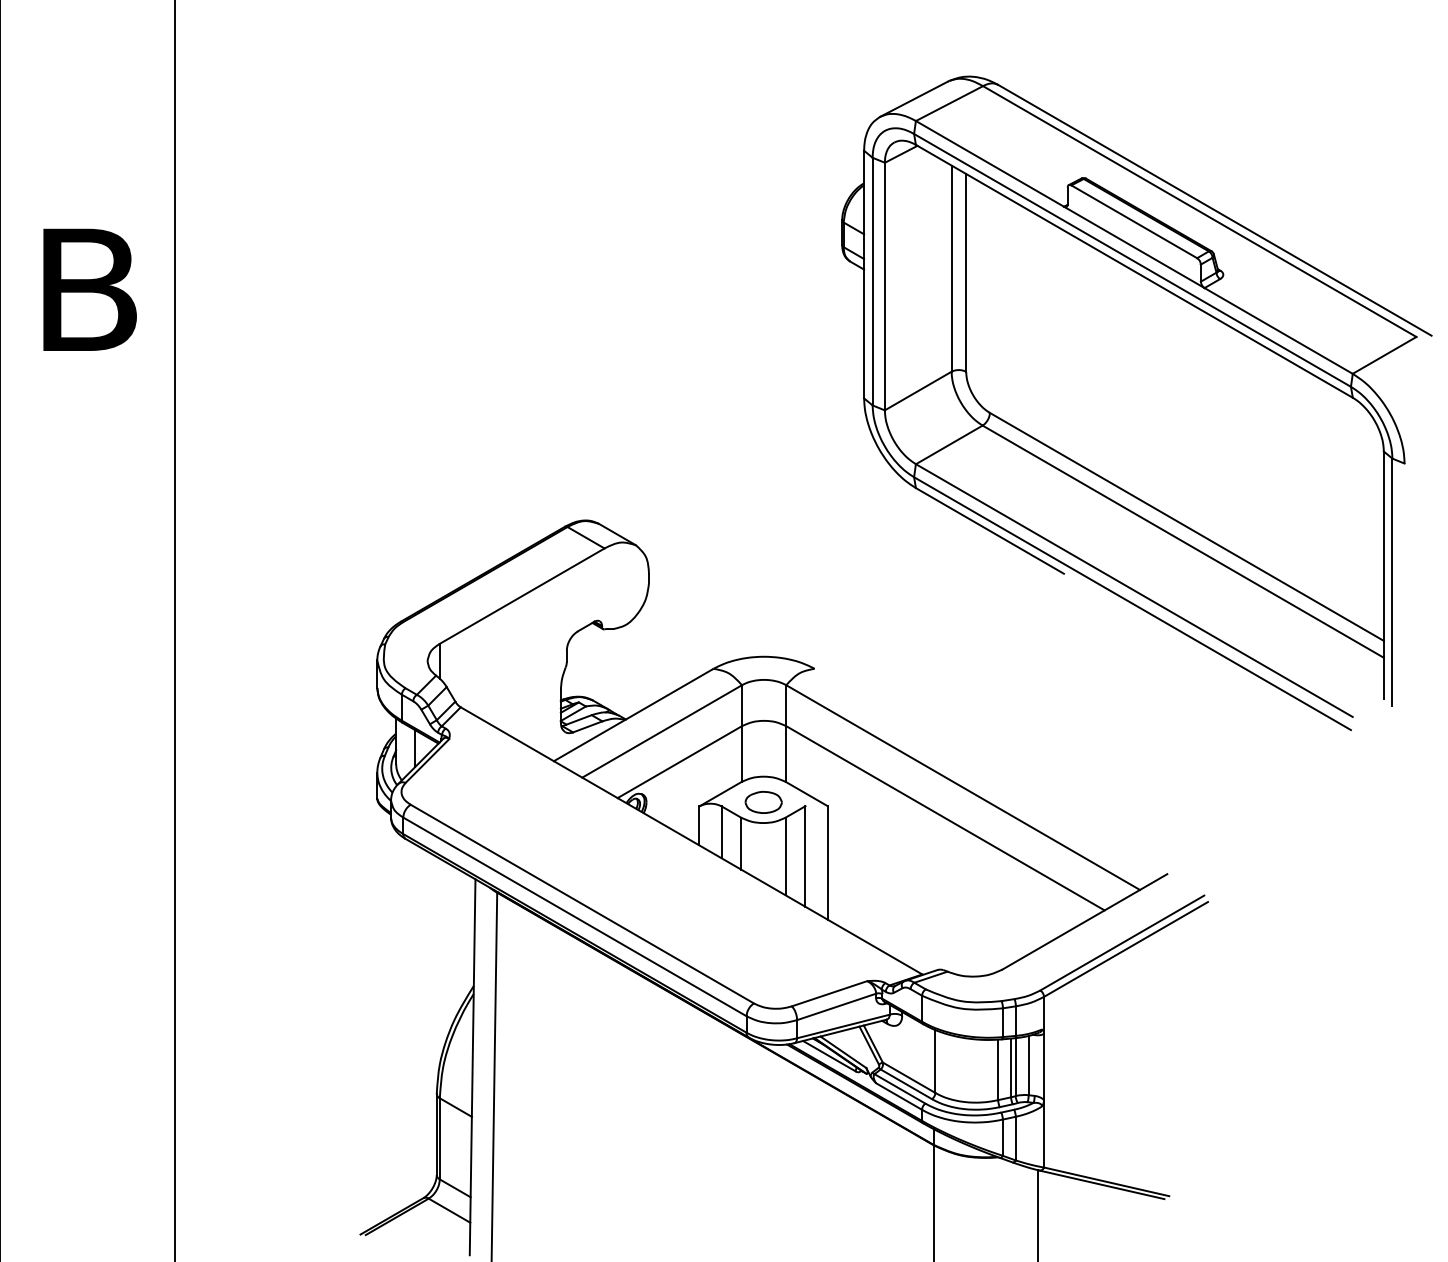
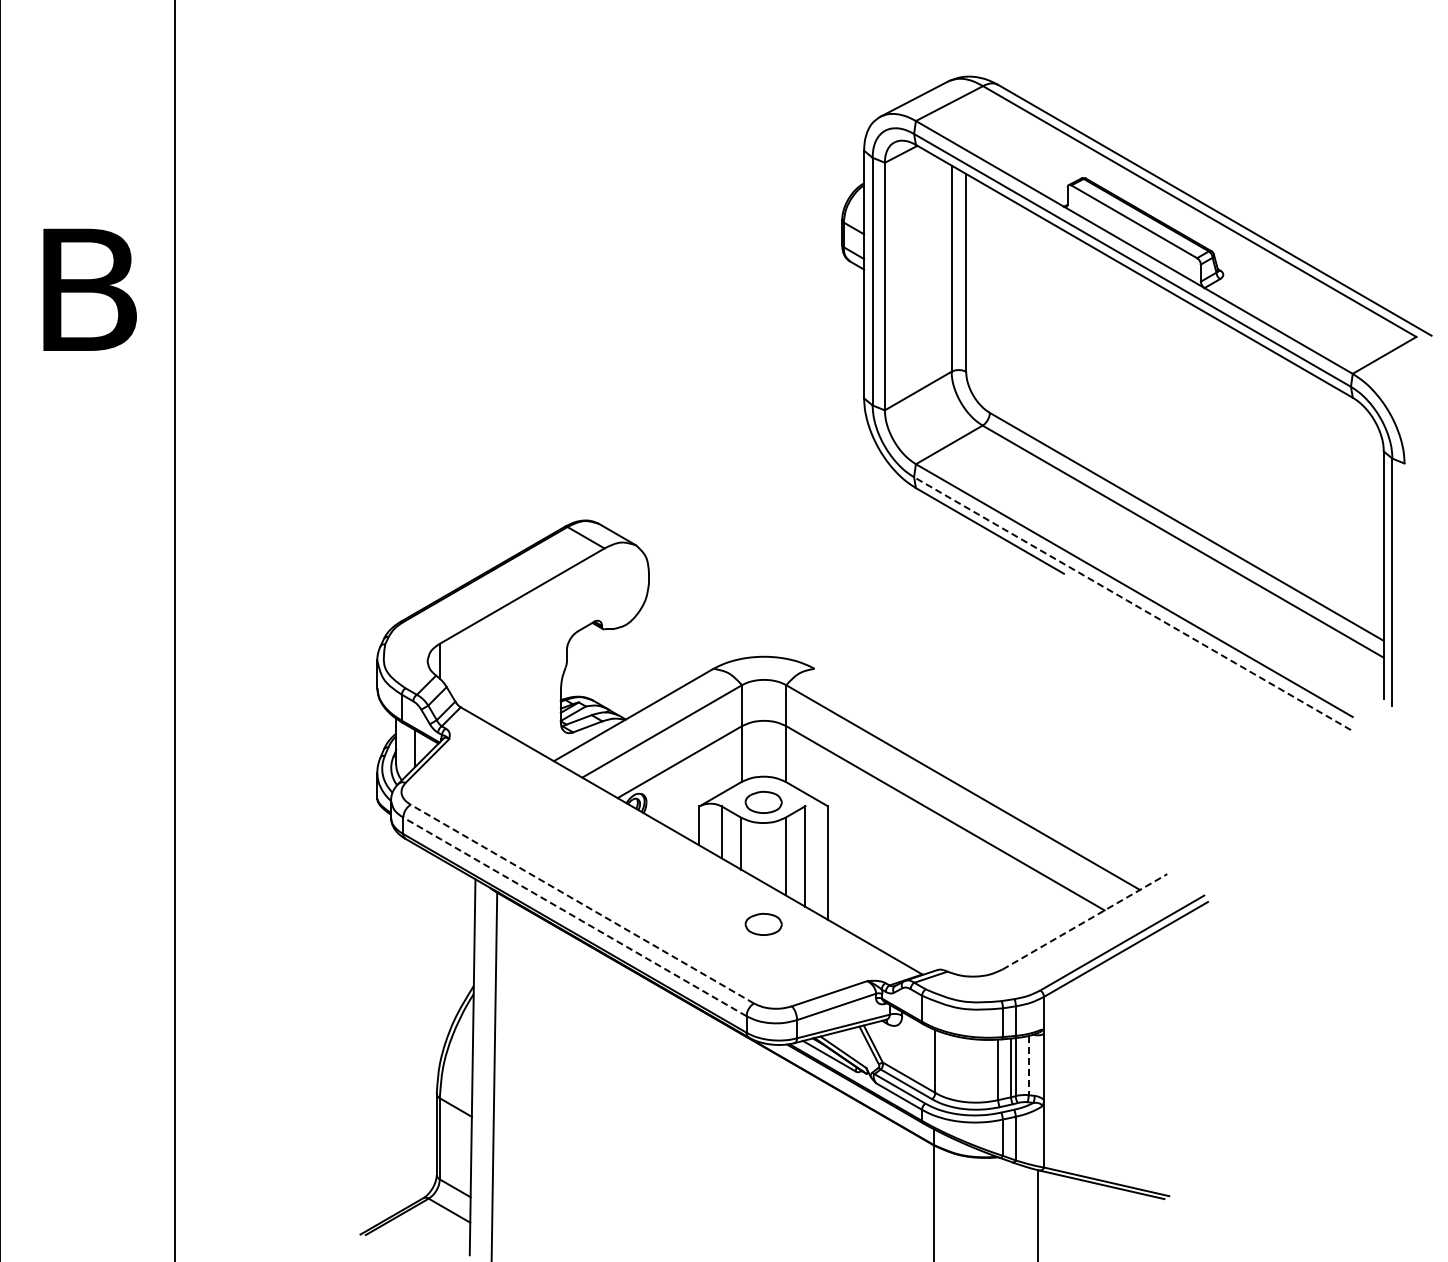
line at (1132, 603): solid -> dashed
line at (581, 903): solid -> dashed
line at (574, 916): solid -> dashed
line at (1085, 921): solid -> dashed
part at (763, 923): none -> present
line at (1028, 1065): solid -> dashed
